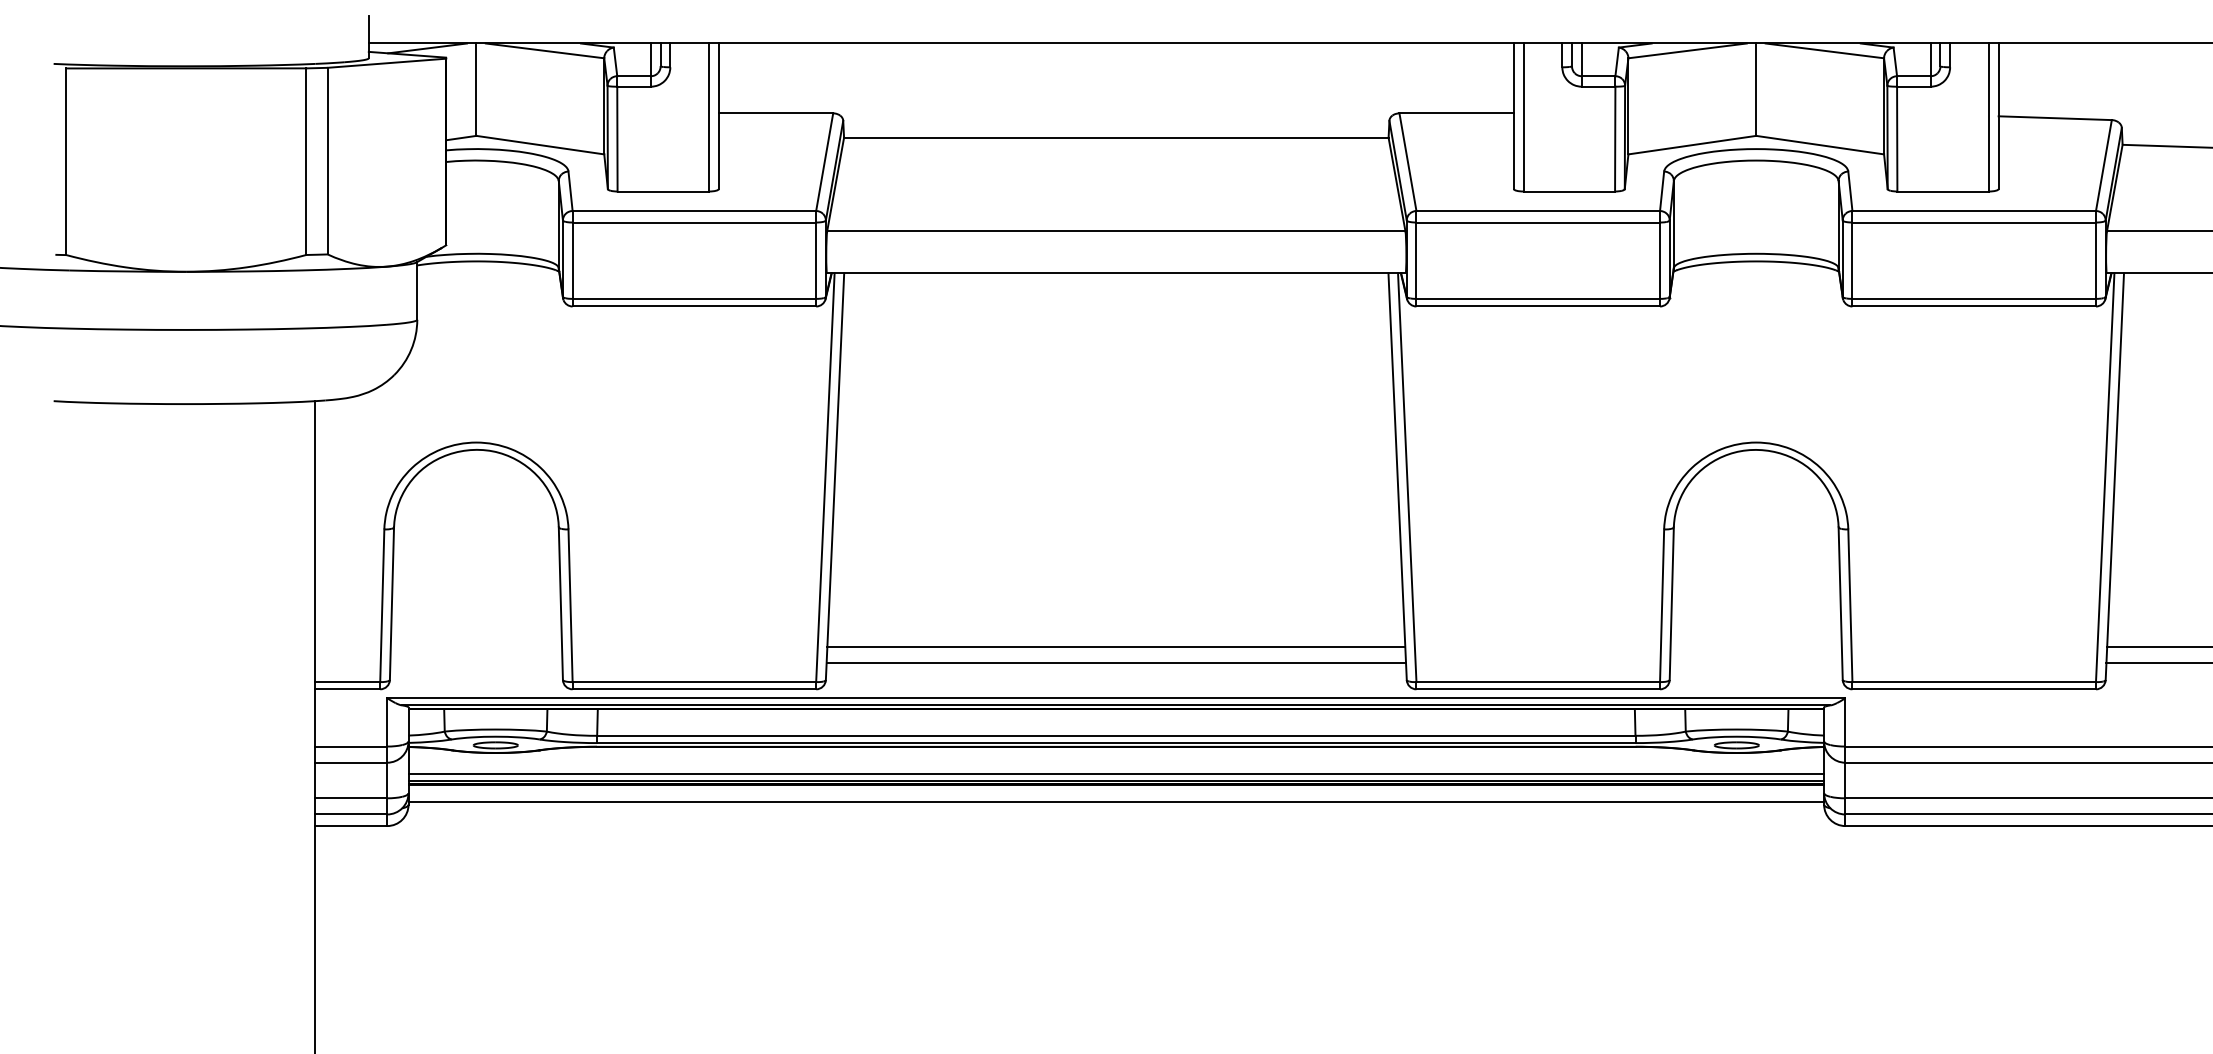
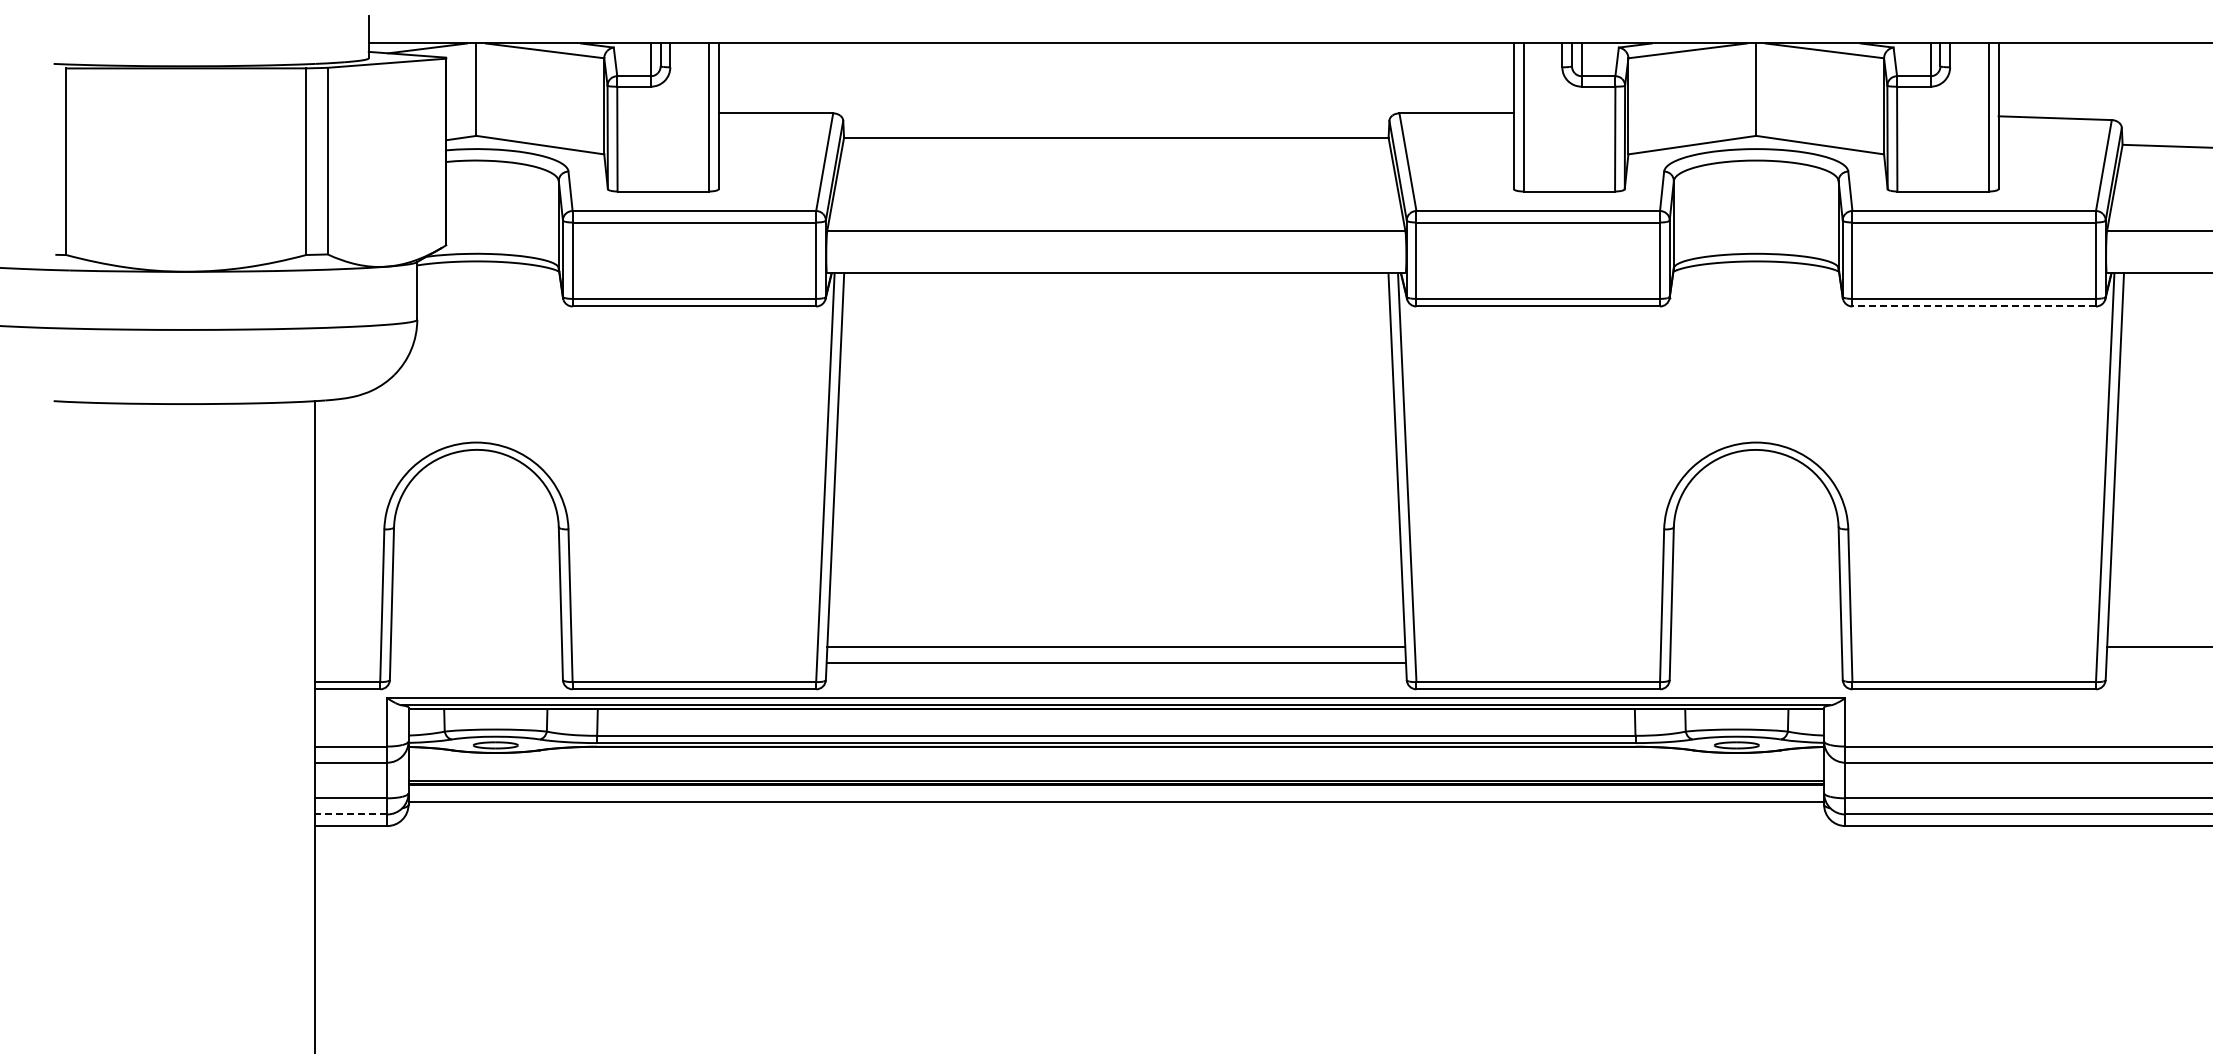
line at (1974, 306): solid -> dashed
line at (2157, 662): present -> none
line at (1116, 773): present -> none
line at (351, 814): solid -> dashed
